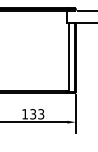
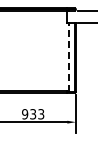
line at (69, 57): solid -> dashed
text at (25, 114): 133 -> 933
